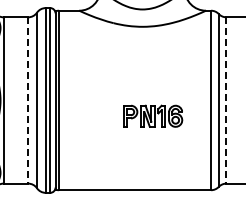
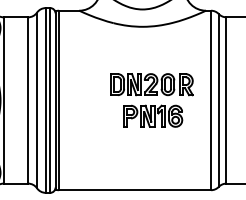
part at (151, 84): none -> present
line at (28, 100): dashed -> solid
line at (226, 100): dashed -> solid
